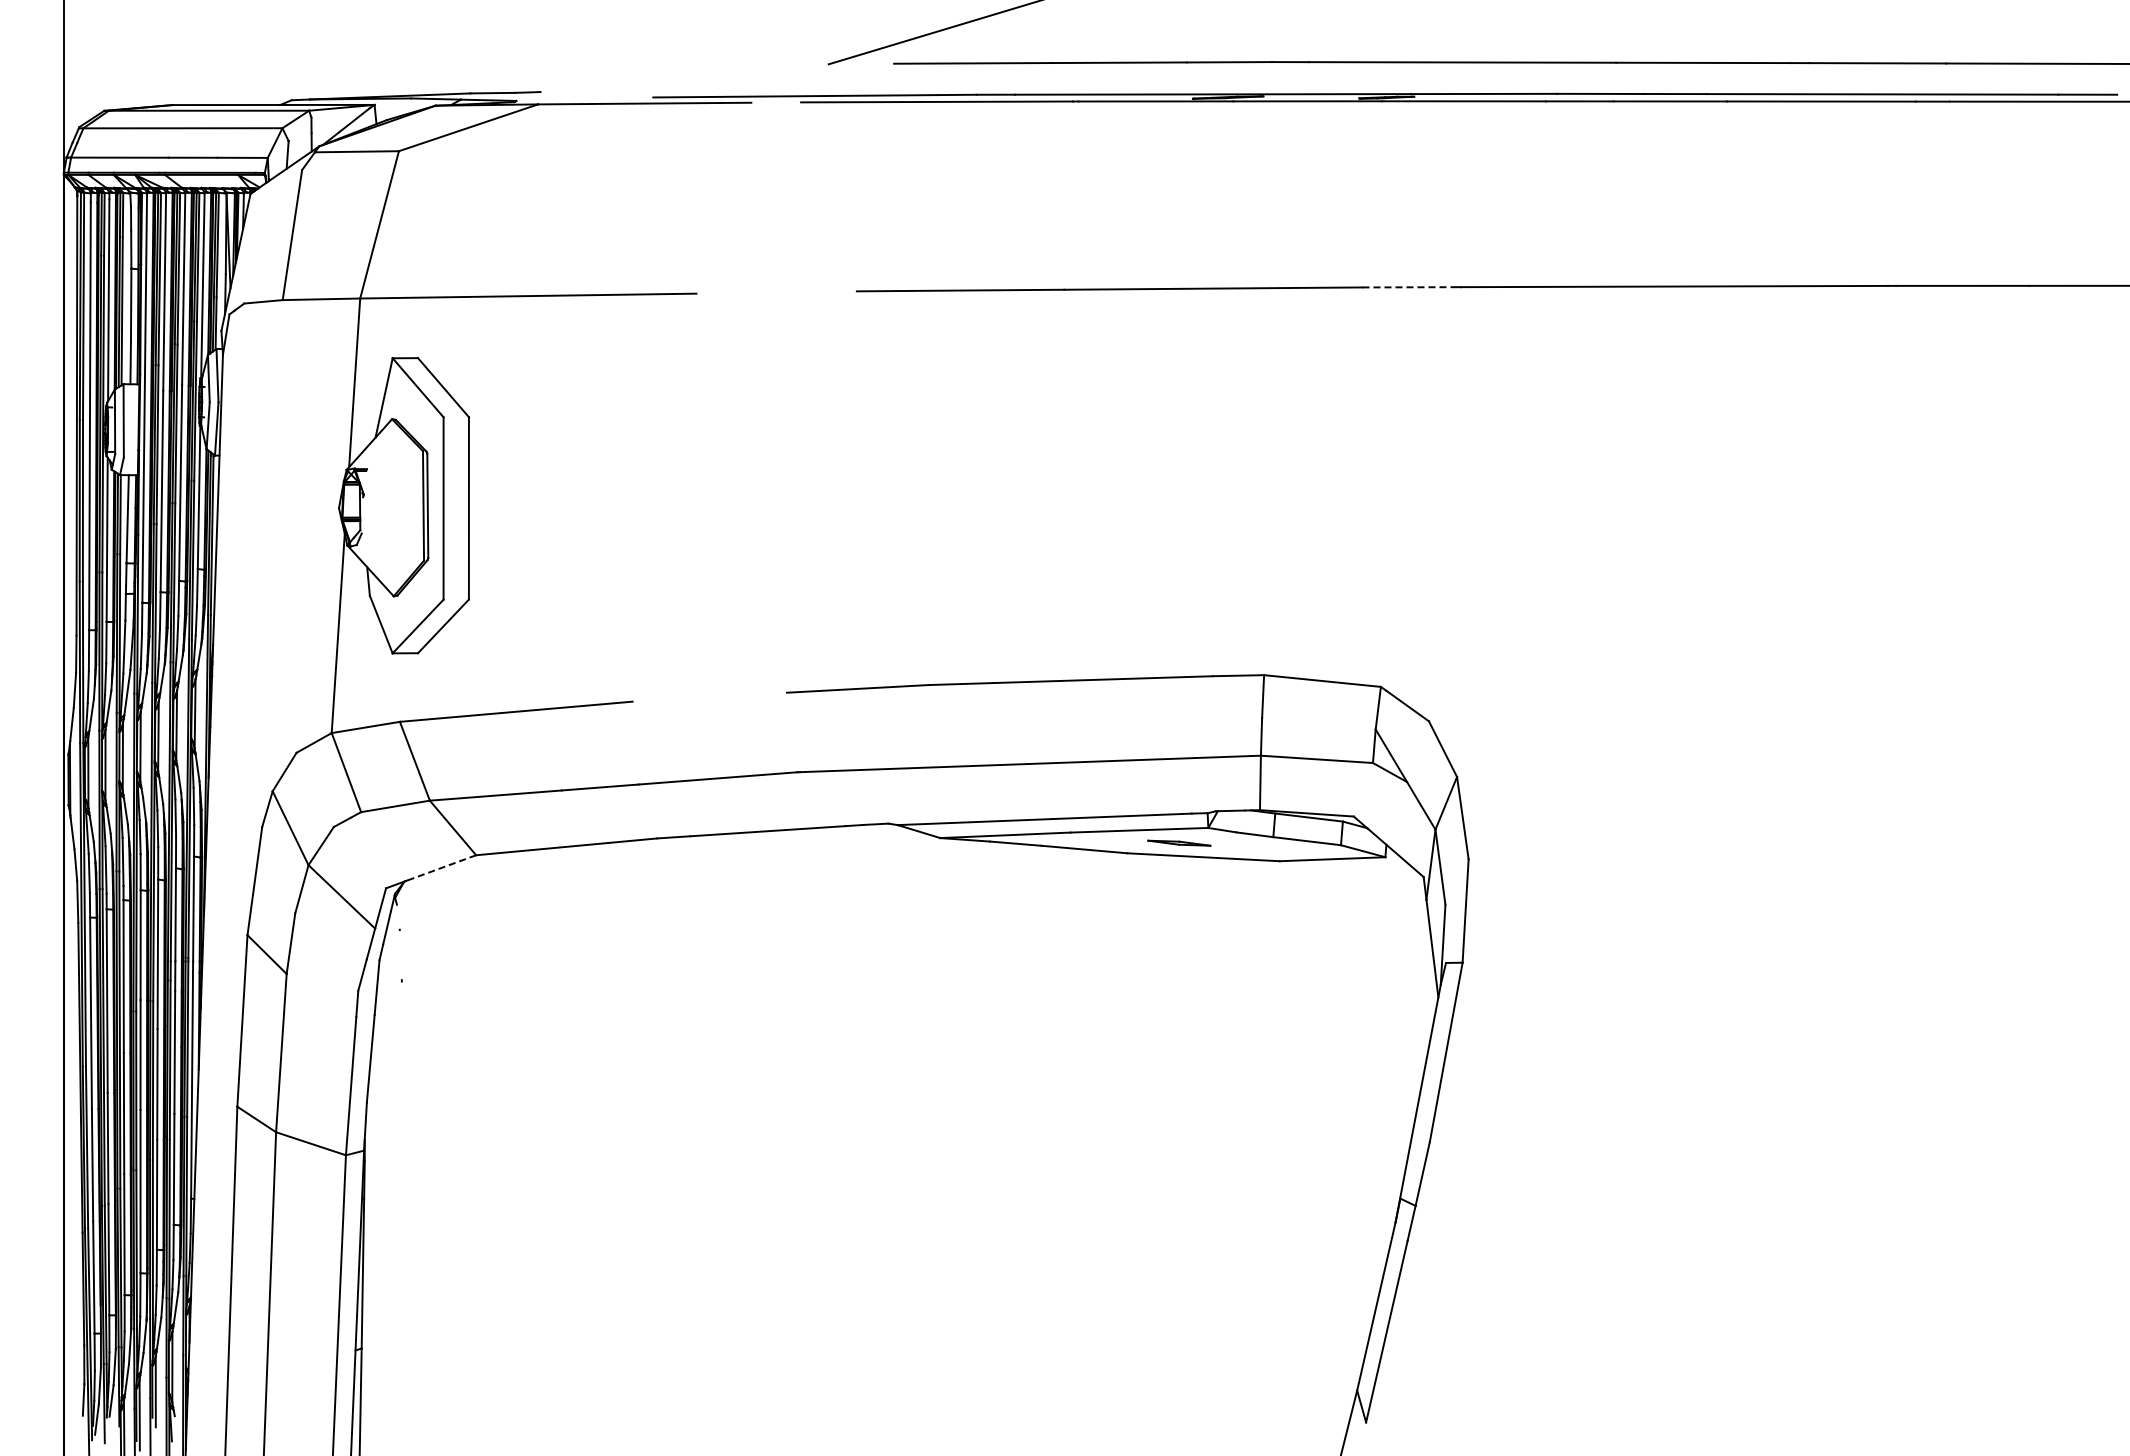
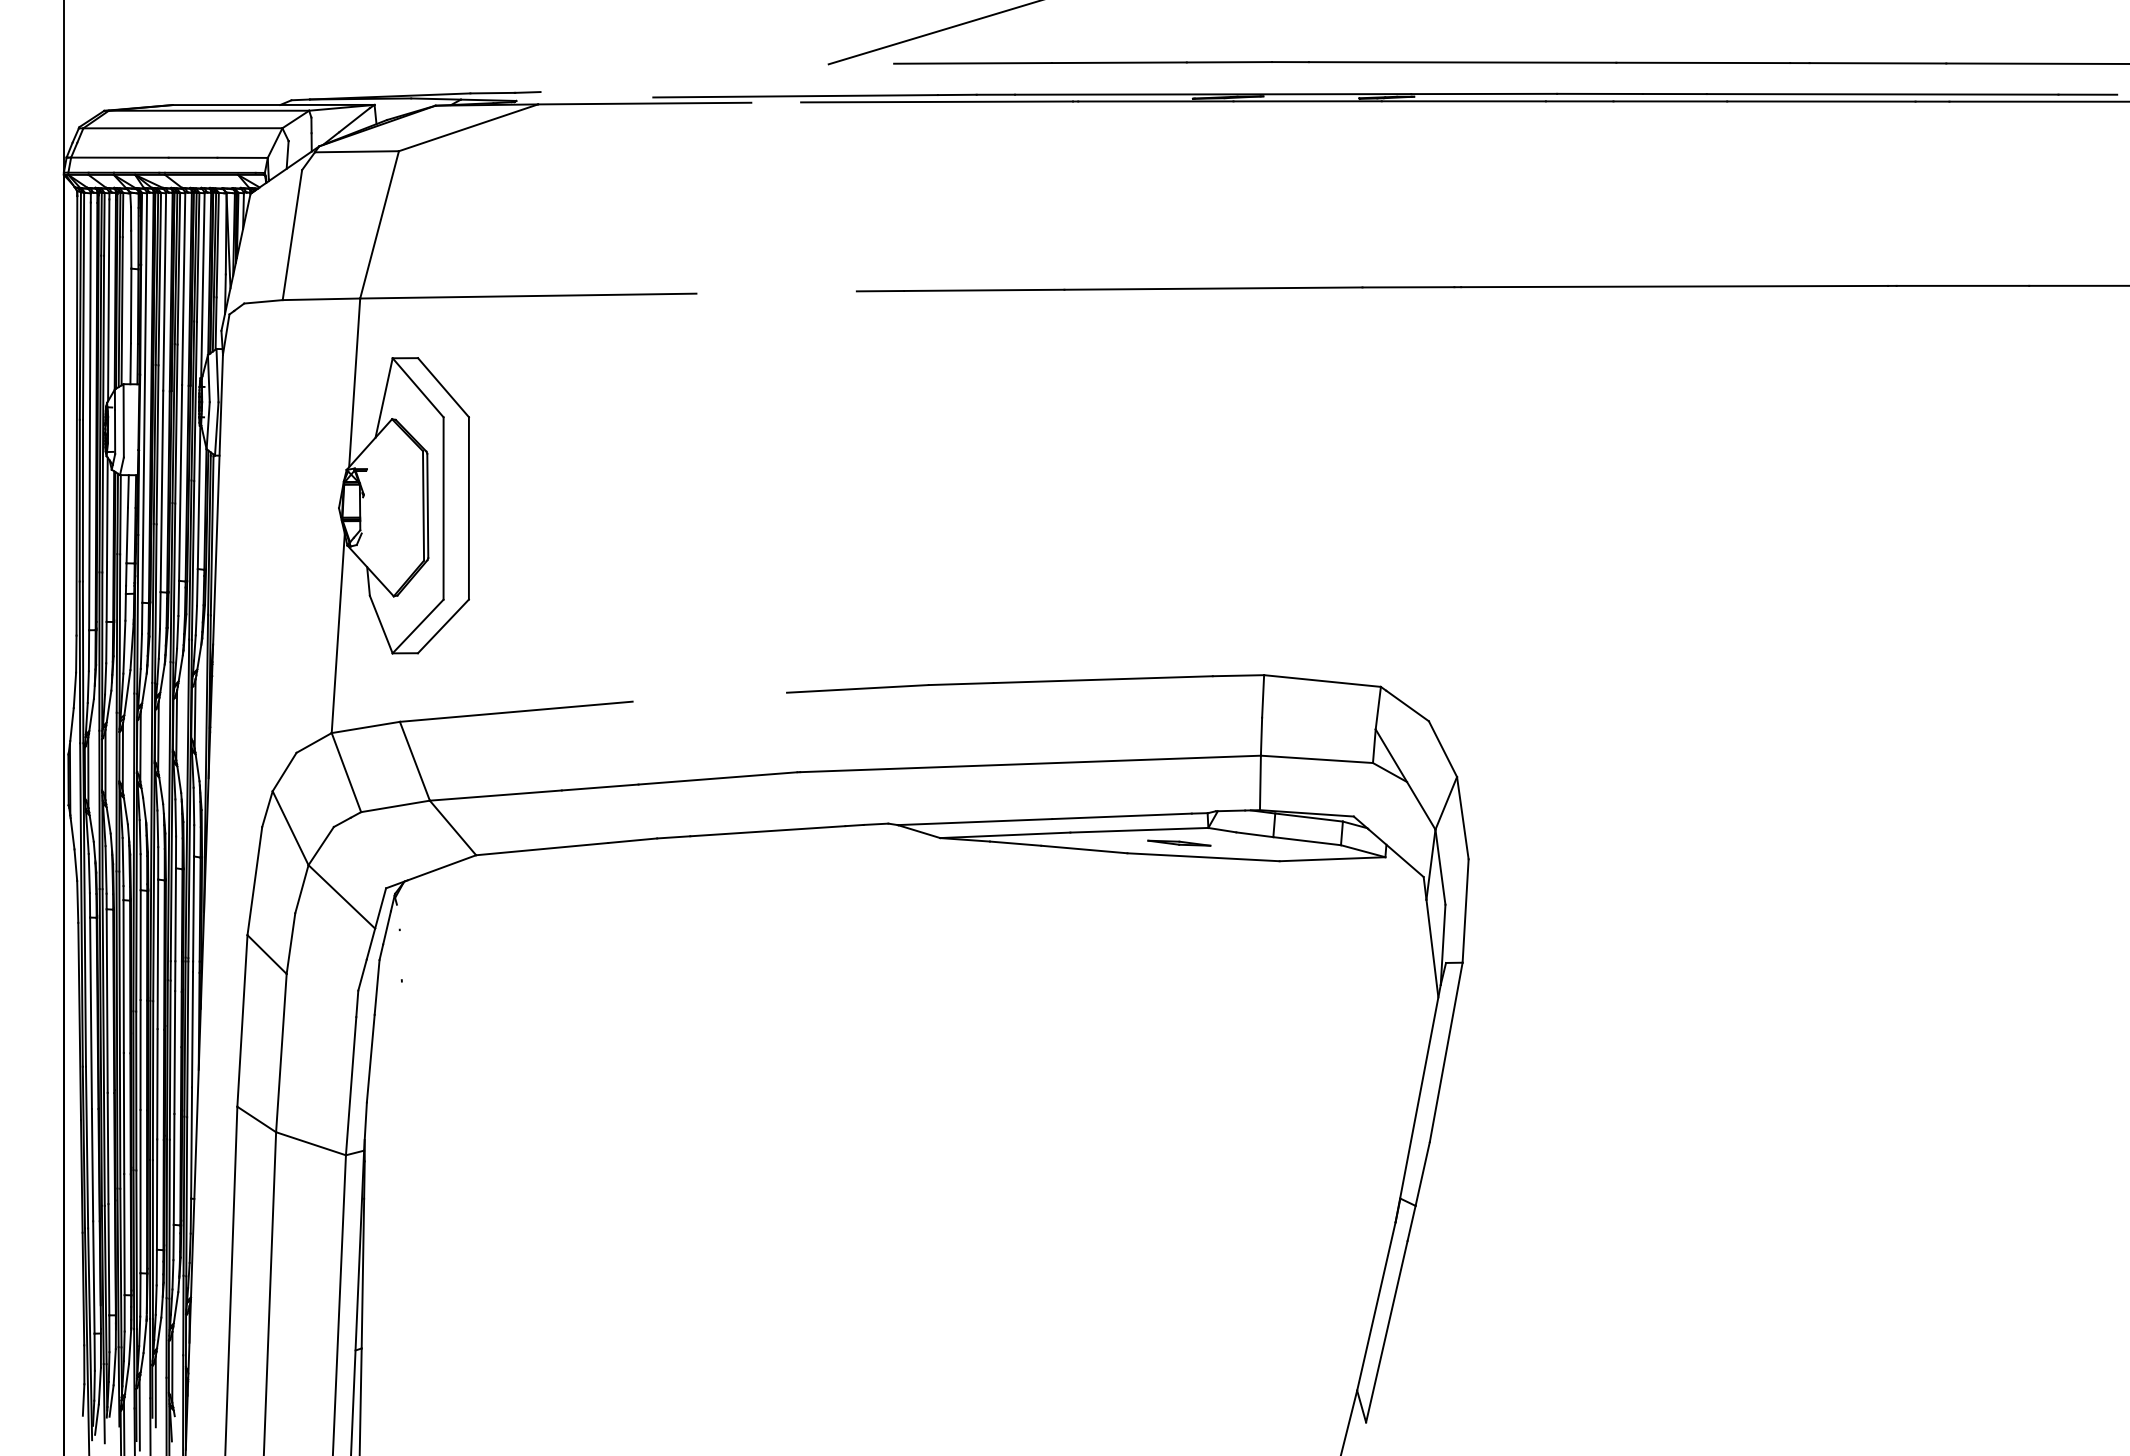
line at (1408, 287): dashed -> solid
line at (441, 867): dashed -> solid
